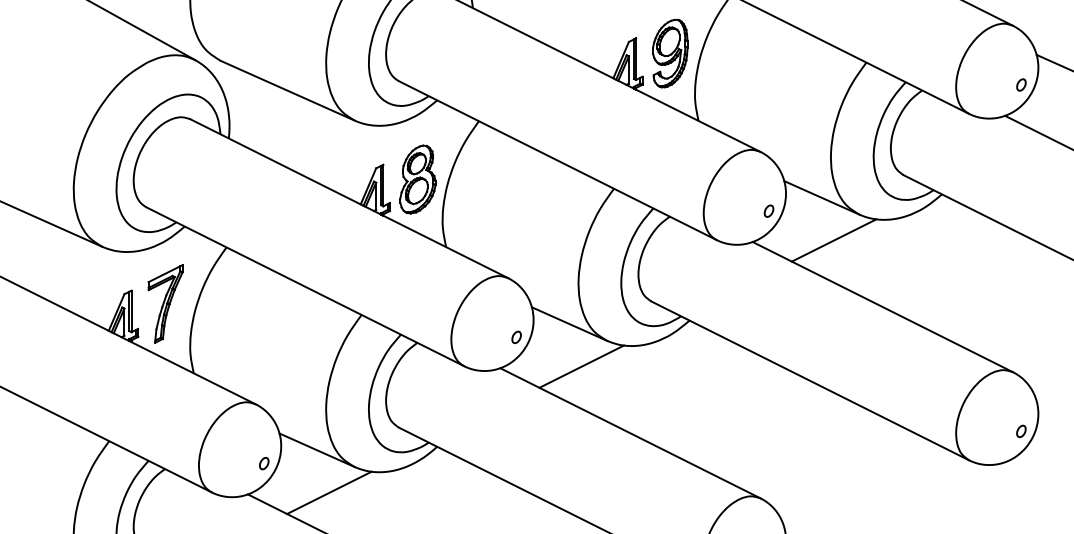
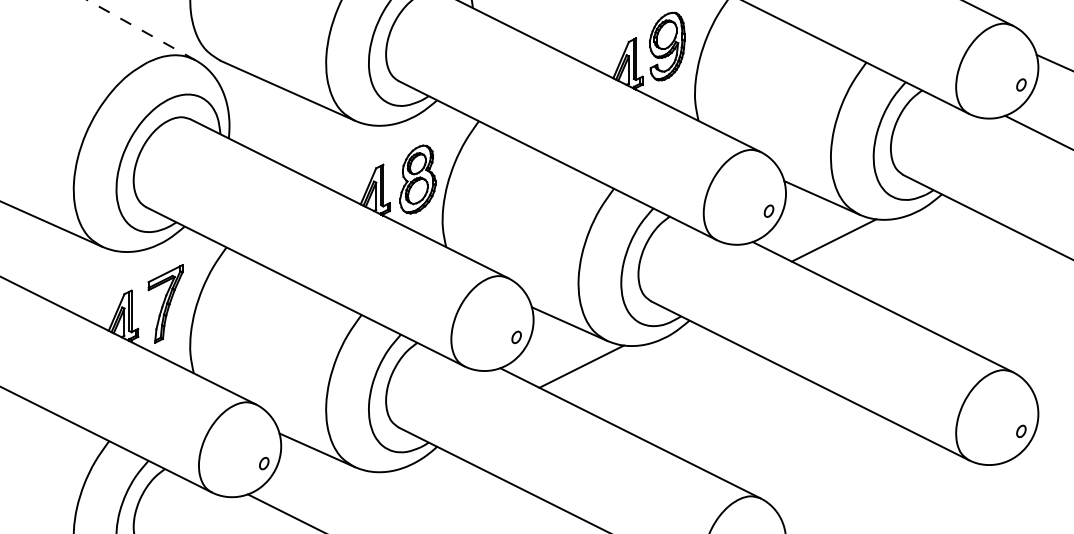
line at (141, 30): solid -> dashed
part at (670, 53) position: (670, 53) -> (667, 46)
line at (329, 492): present -> none
